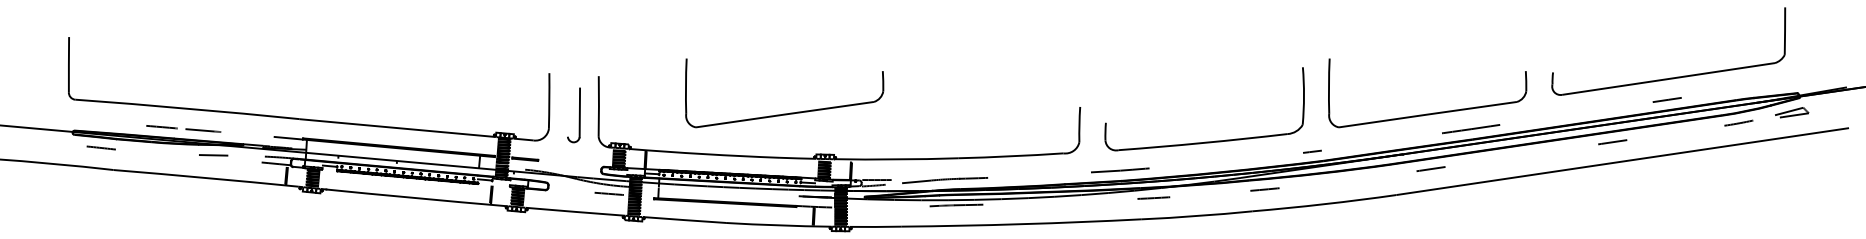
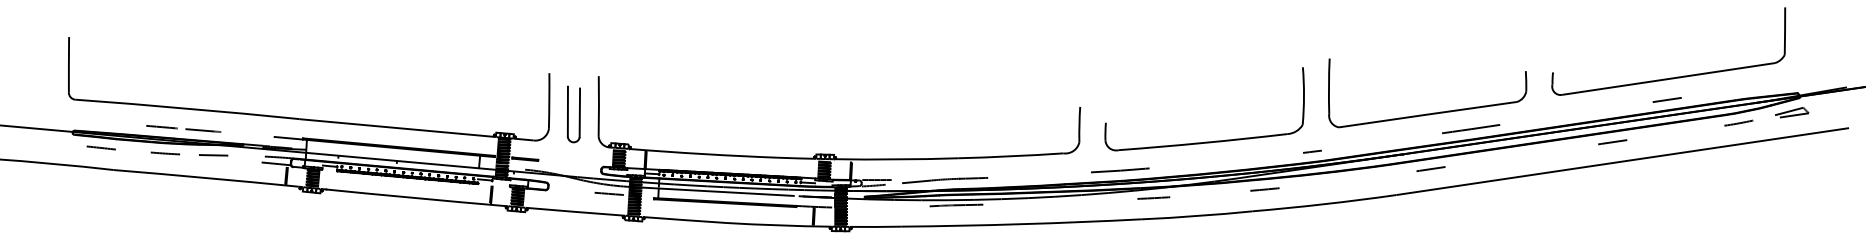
line at (567, 111): none -> present
part at (790, 112): present -> none
line at (164, 153): none -> present
line at (722, 191): none -> present
